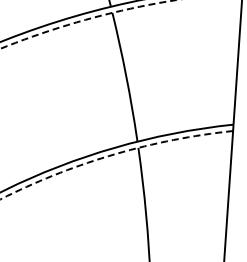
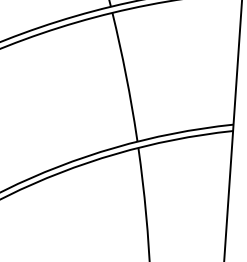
arc at (86, 19): dashed -> solid
arc at (113, 154): dashed -> solid
